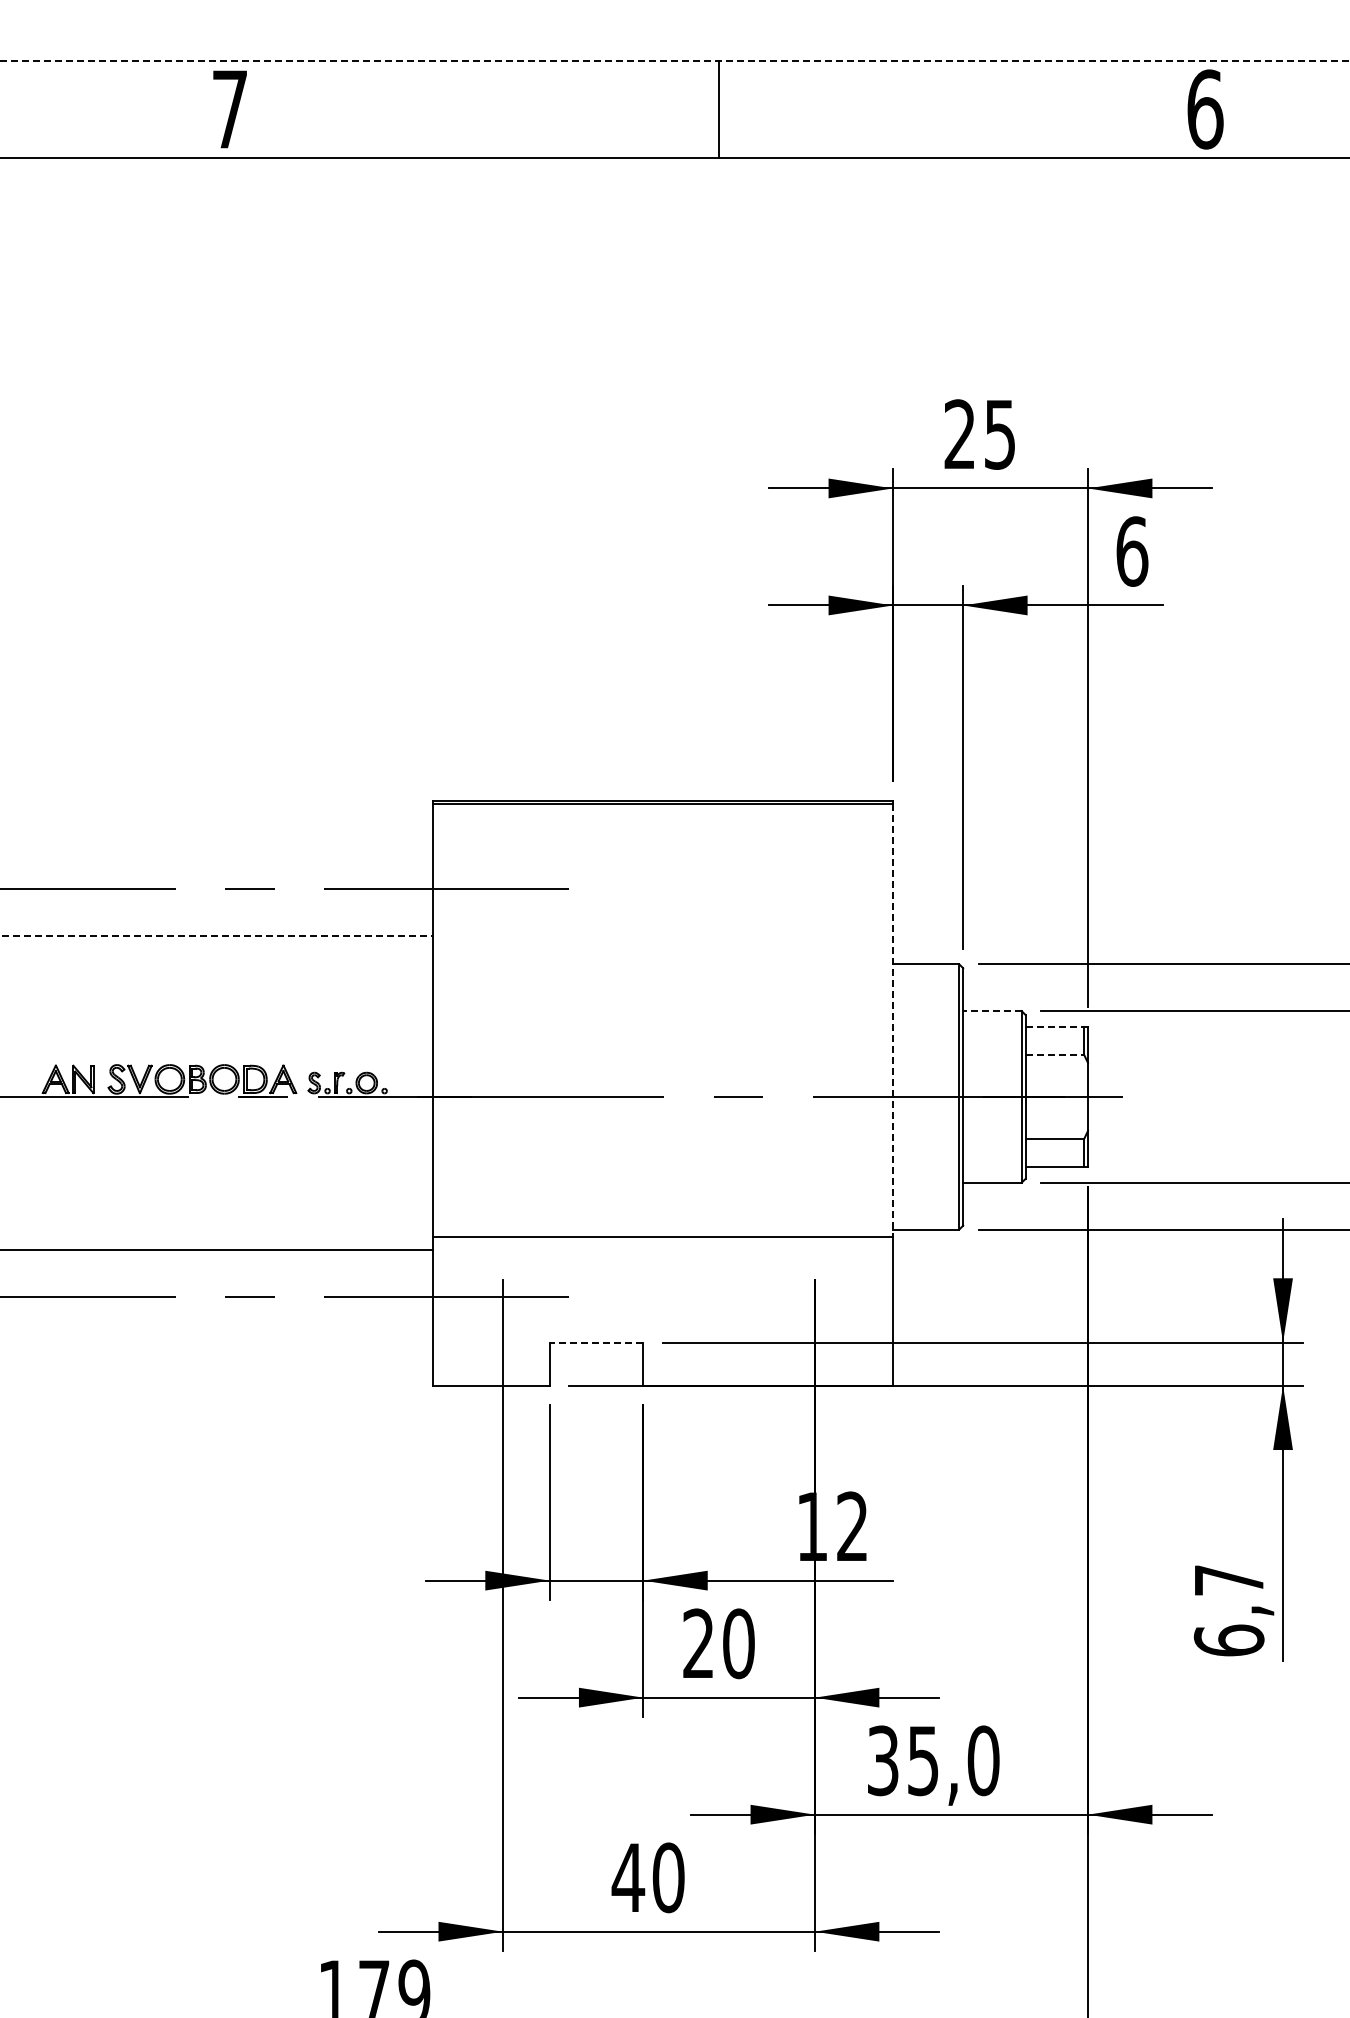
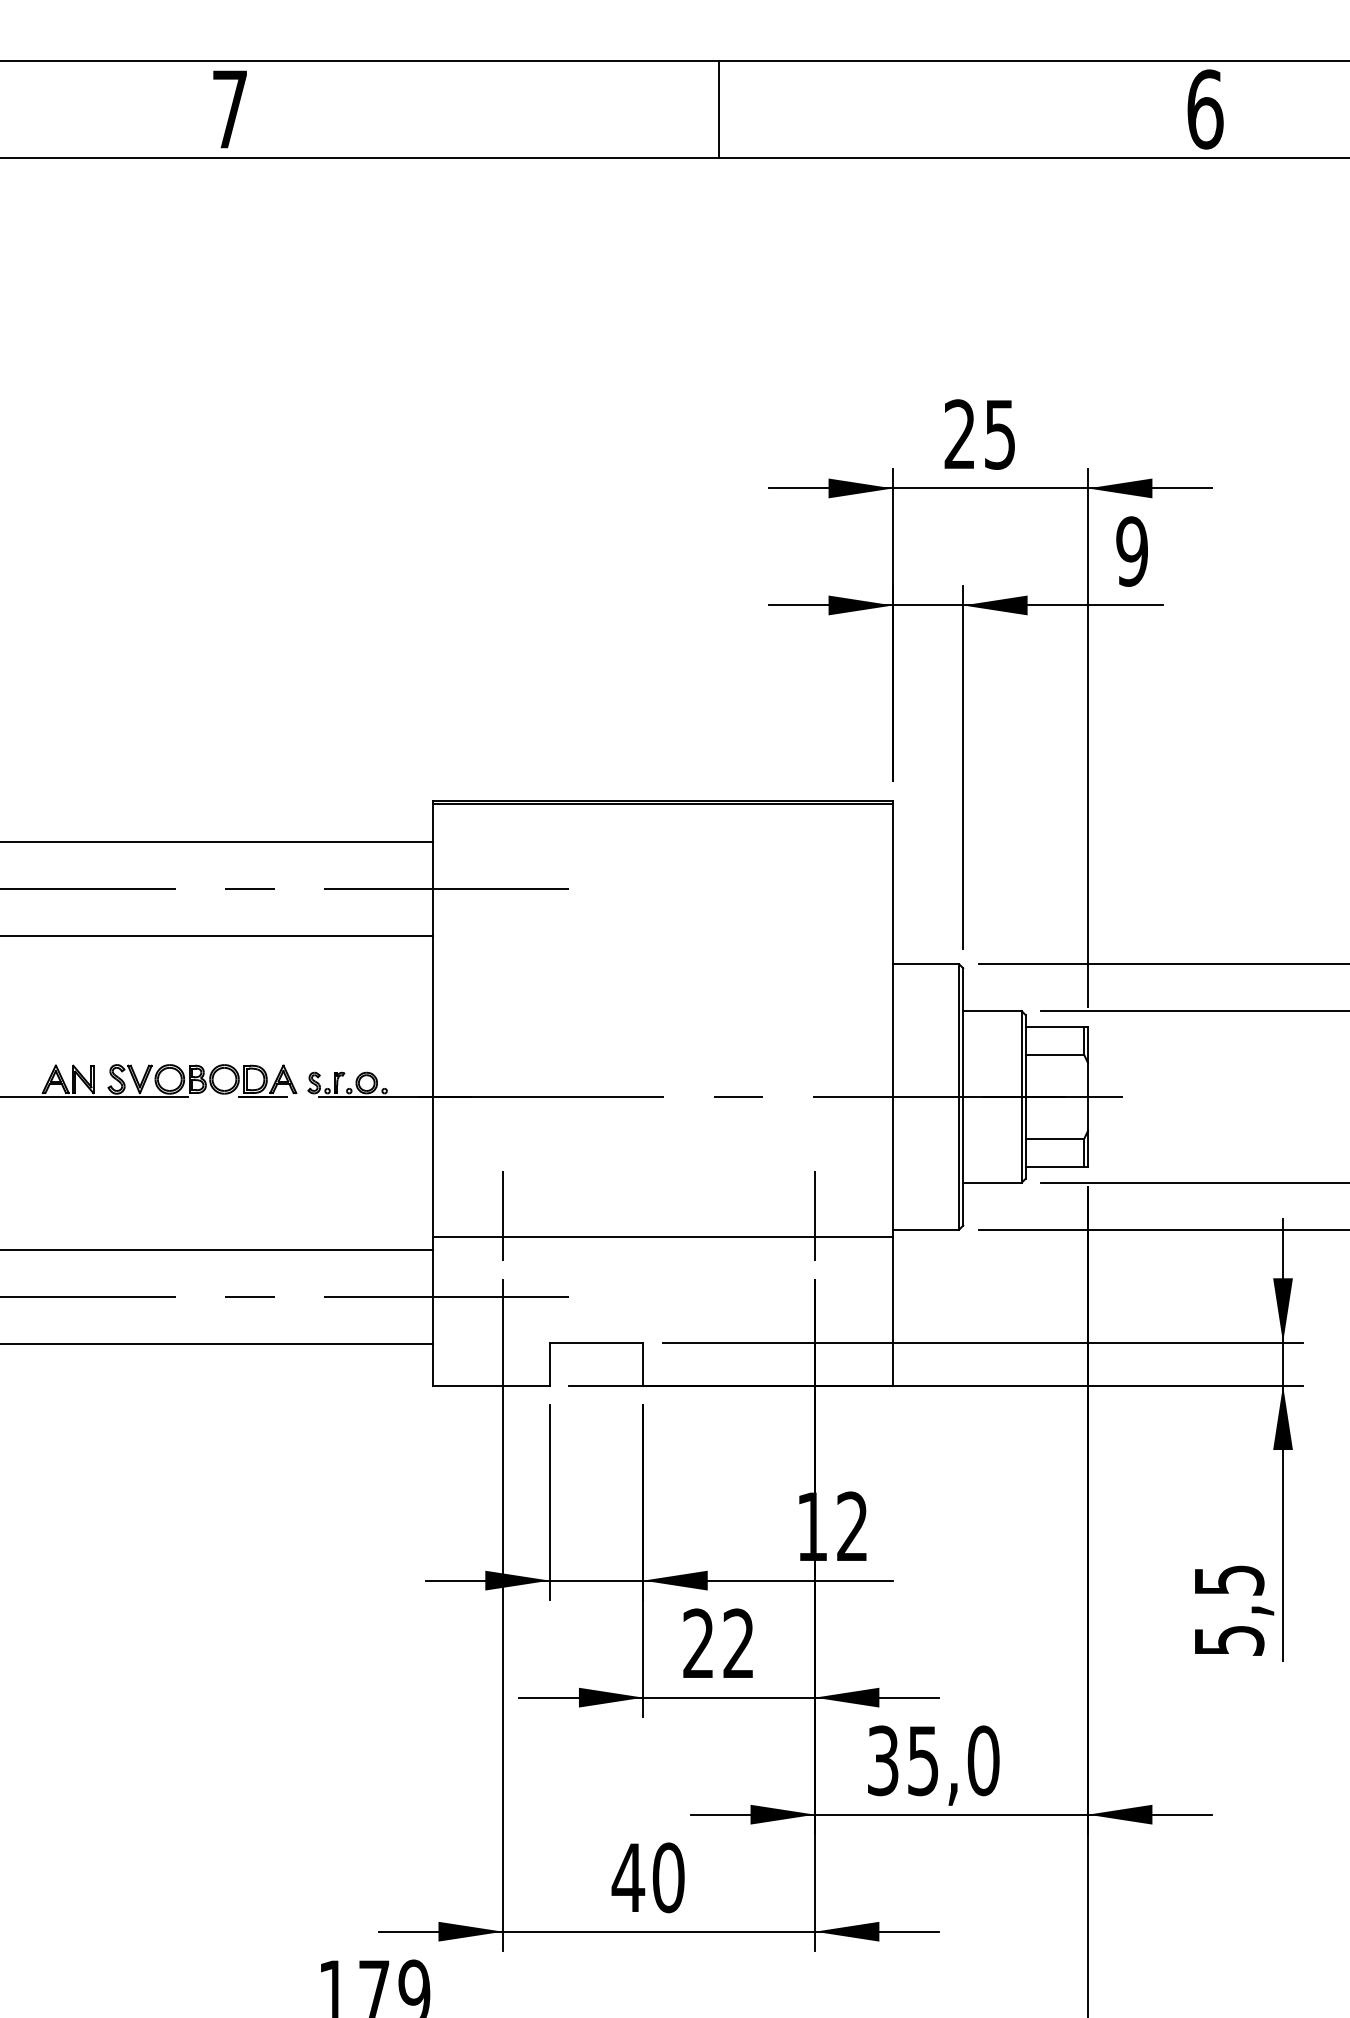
line at (676, 60): dashed -> solid
text at (1132, 551): 6 -> 9
line at (217, 842): none -> present
line at (216, 935): dashed -> solid
line at (991, 1011): dashed -> solid
line at (892, 1021): dashed -> solid
line at (1055, 1026): dashed -> solid
line at (1055, 1054): dashed -> solid
line at (502, 1215): none -> present
line at (814, 1215): none -> present
line at (596, 1342): dashed -> solid
line at (217, 1343): none -> present
text at (1228, 1610): 6,7 -> 5,5
text at (738, 1643): 20 -> 22
